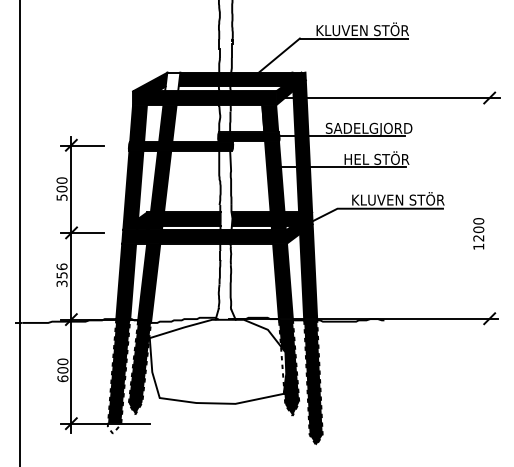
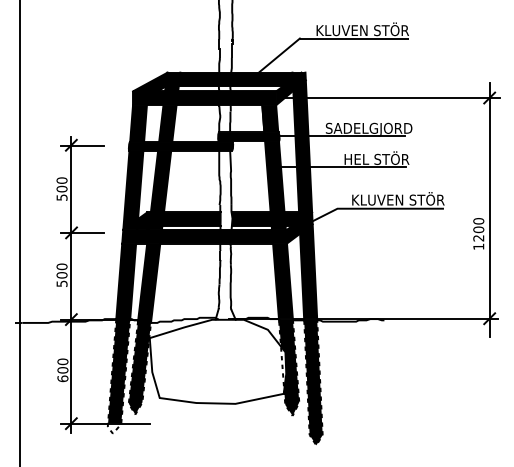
fill at (172, 81): none -> present
line at (489, 209): none -> present
text at (61, 274): 356 -> 500
